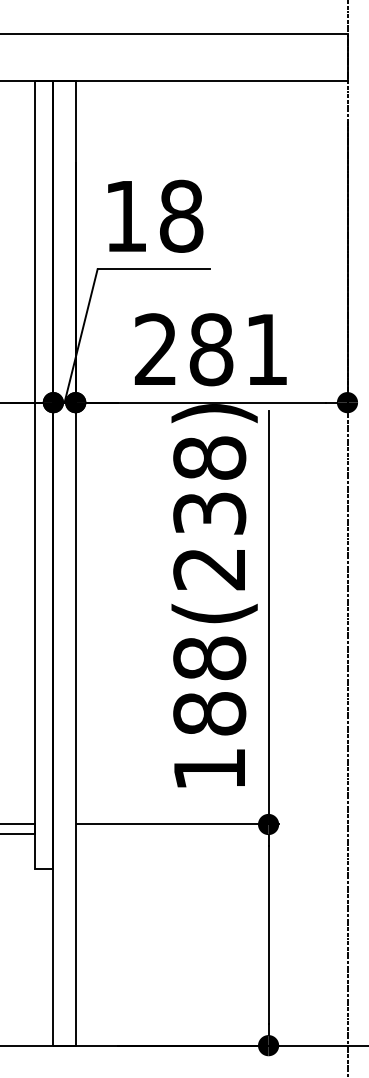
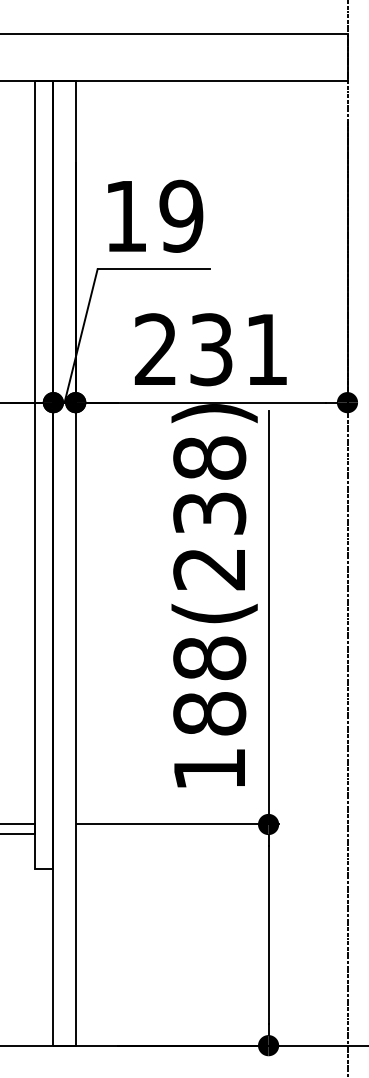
text at (181, 215): 18 -> 19
text at (211, 349): 281 -> 231
